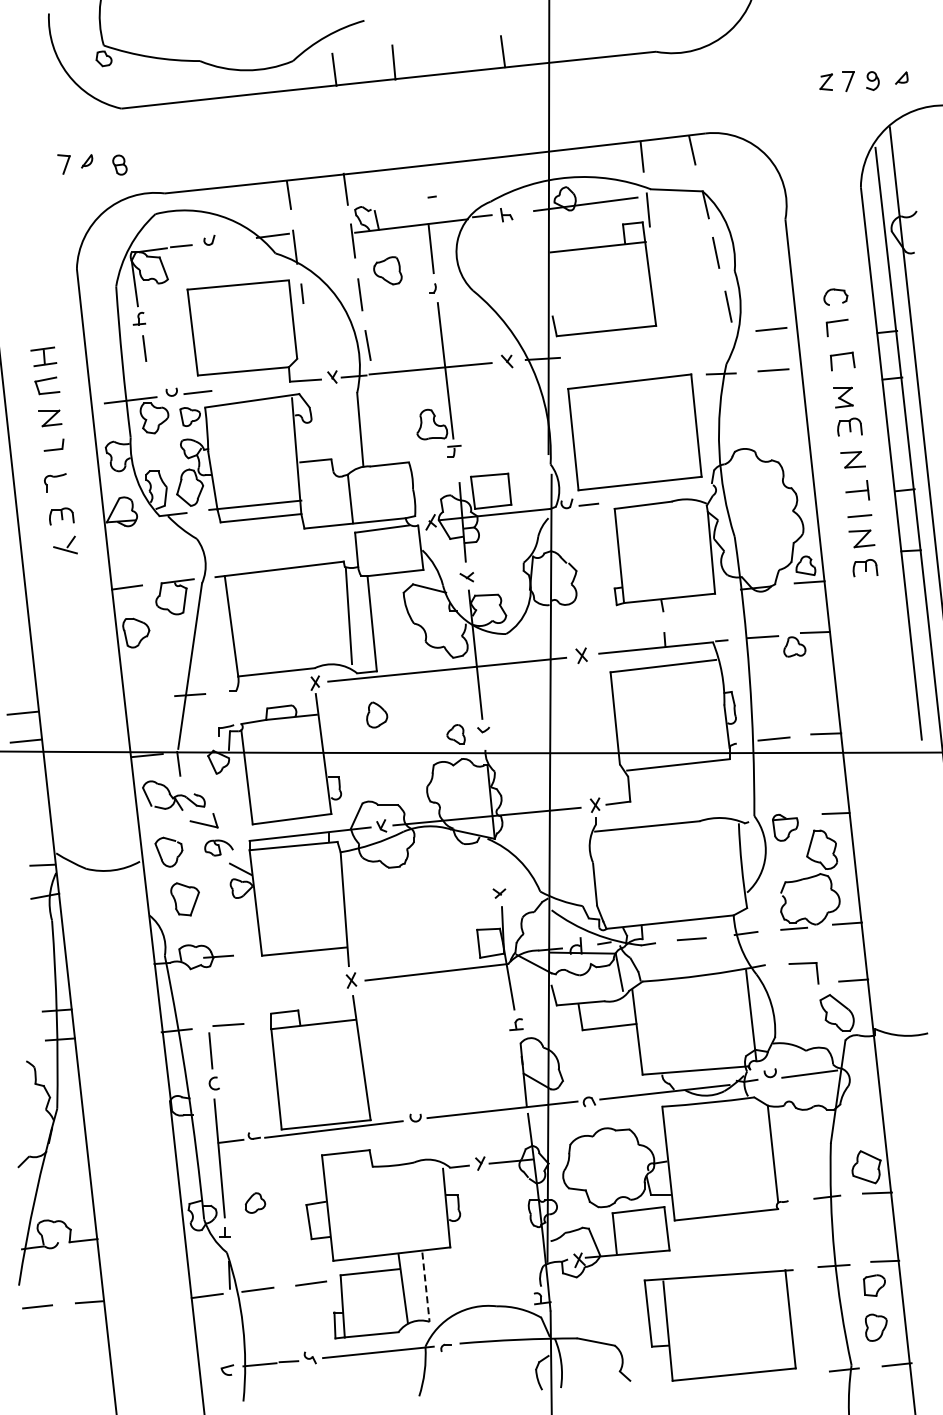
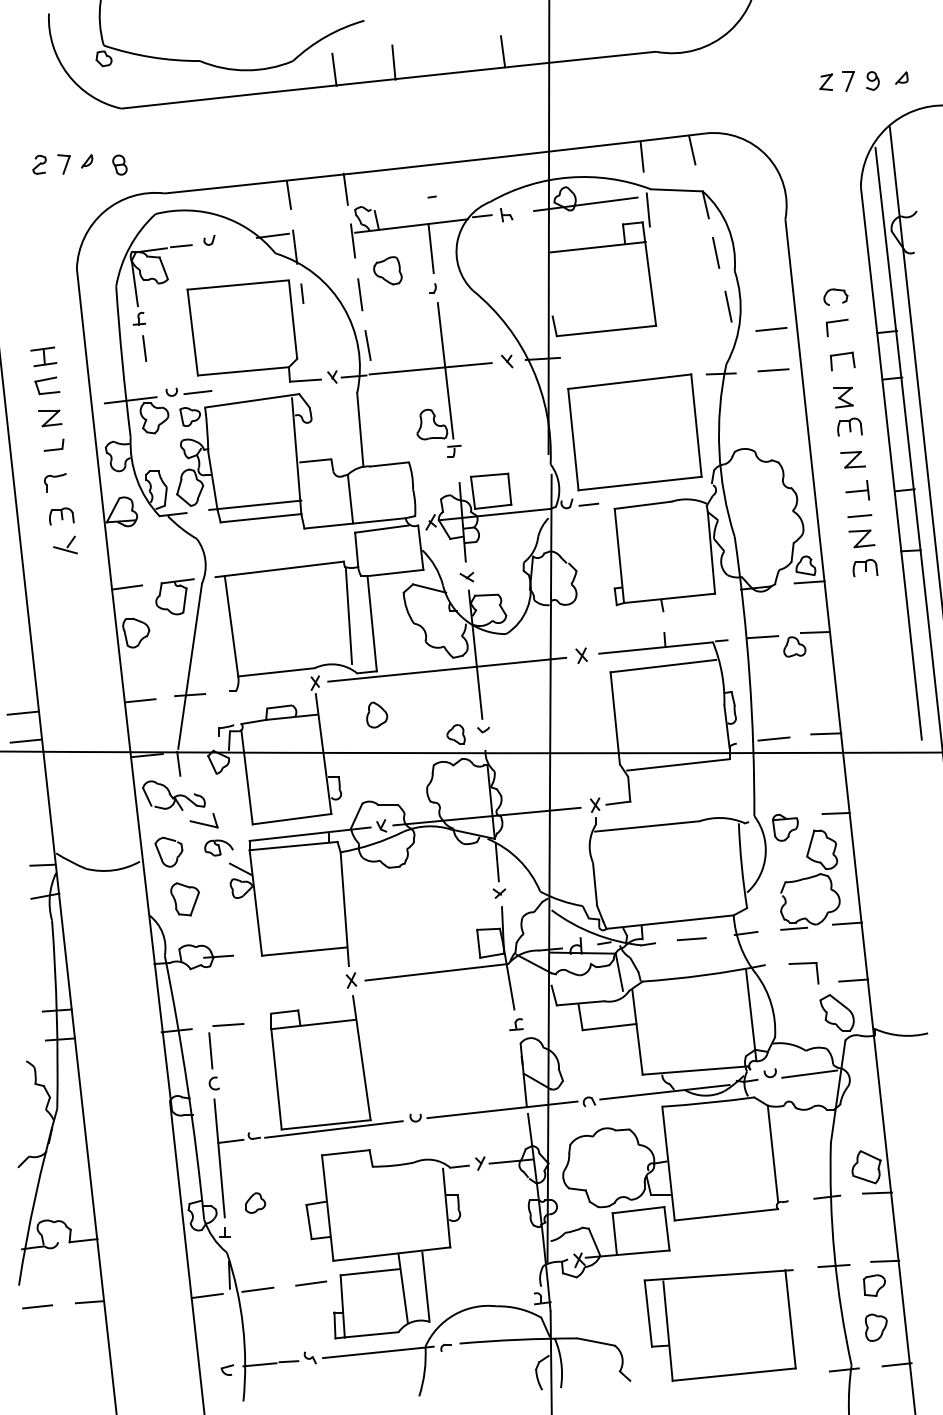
part at (39, 164): none -> present
line at (140, 700): none -> present
line at (496, 862): none -> present
line at (425, 1287): dashed -> solid
